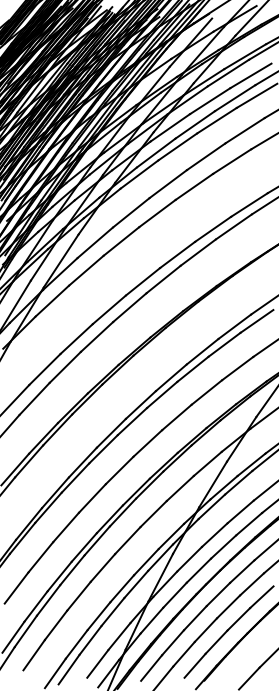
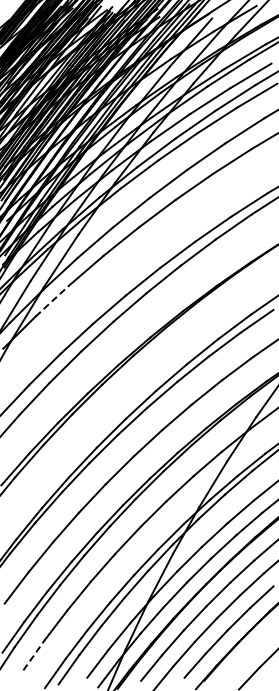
line at (52, 301): solid -> dashed
line at (34, 655): solid -> dashed
